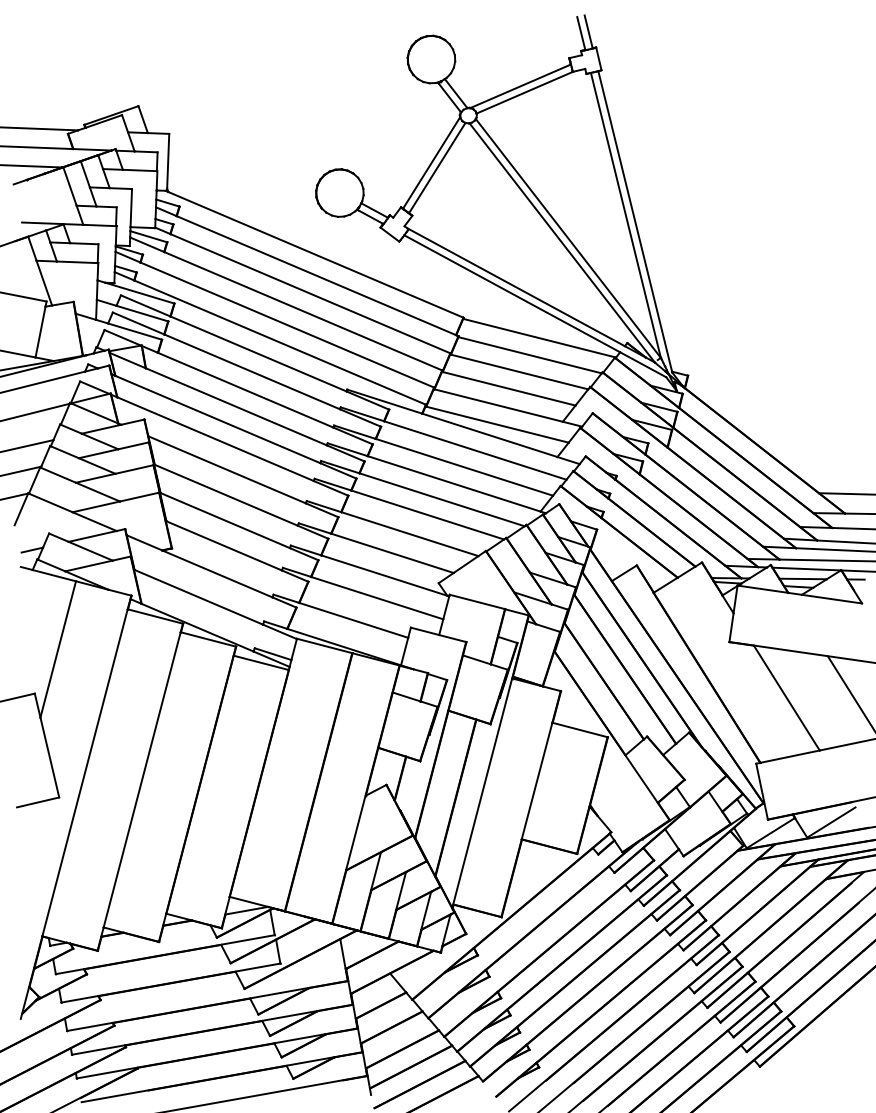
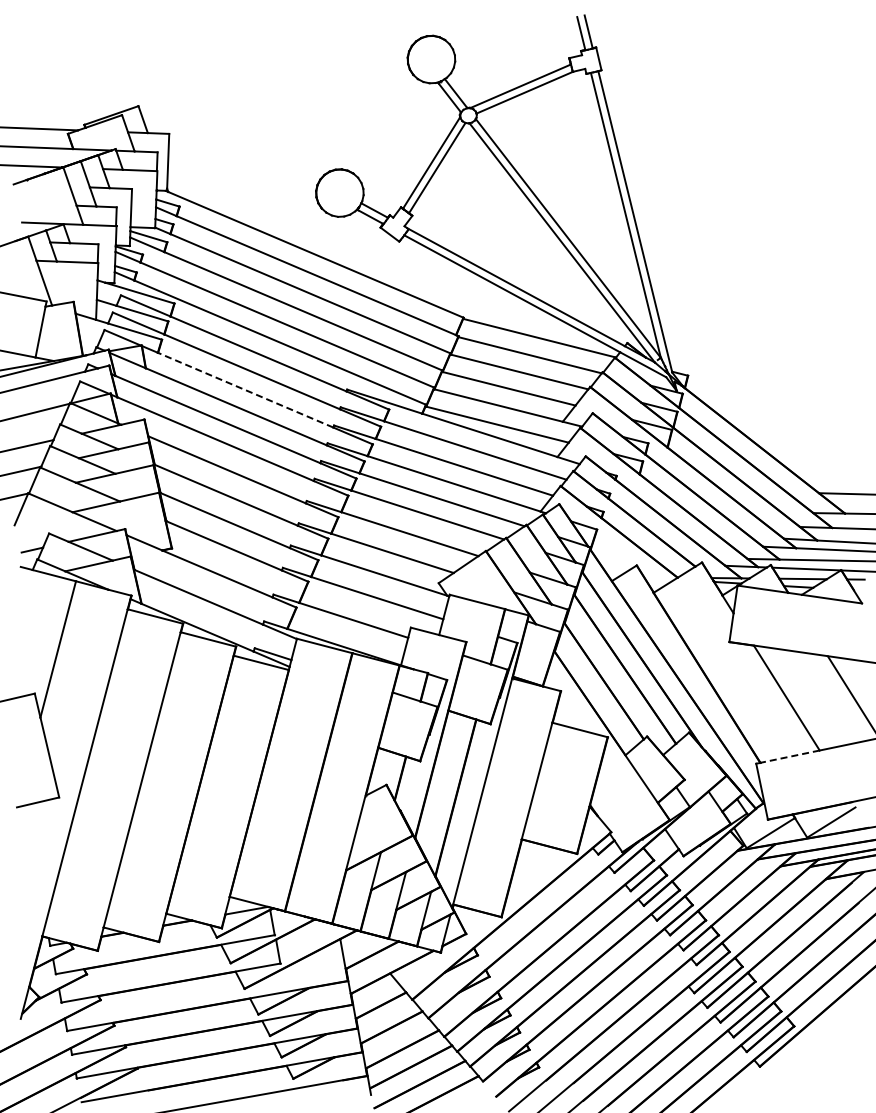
line at (245, 390): solid -> dashed
line at (789, 756): solid -> dashed
